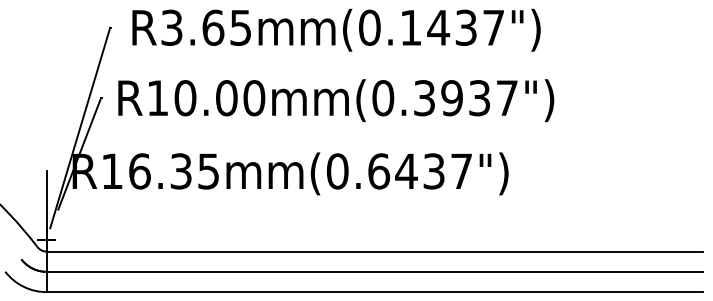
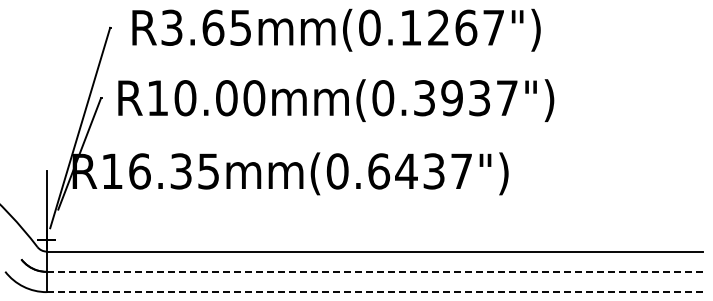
text at (452, 27): R3.65mm(0.1437") -> R3.65mm(0.1267")
line at (374, 271): solid -> dashed
line at (374, 292): solid -> dashed
